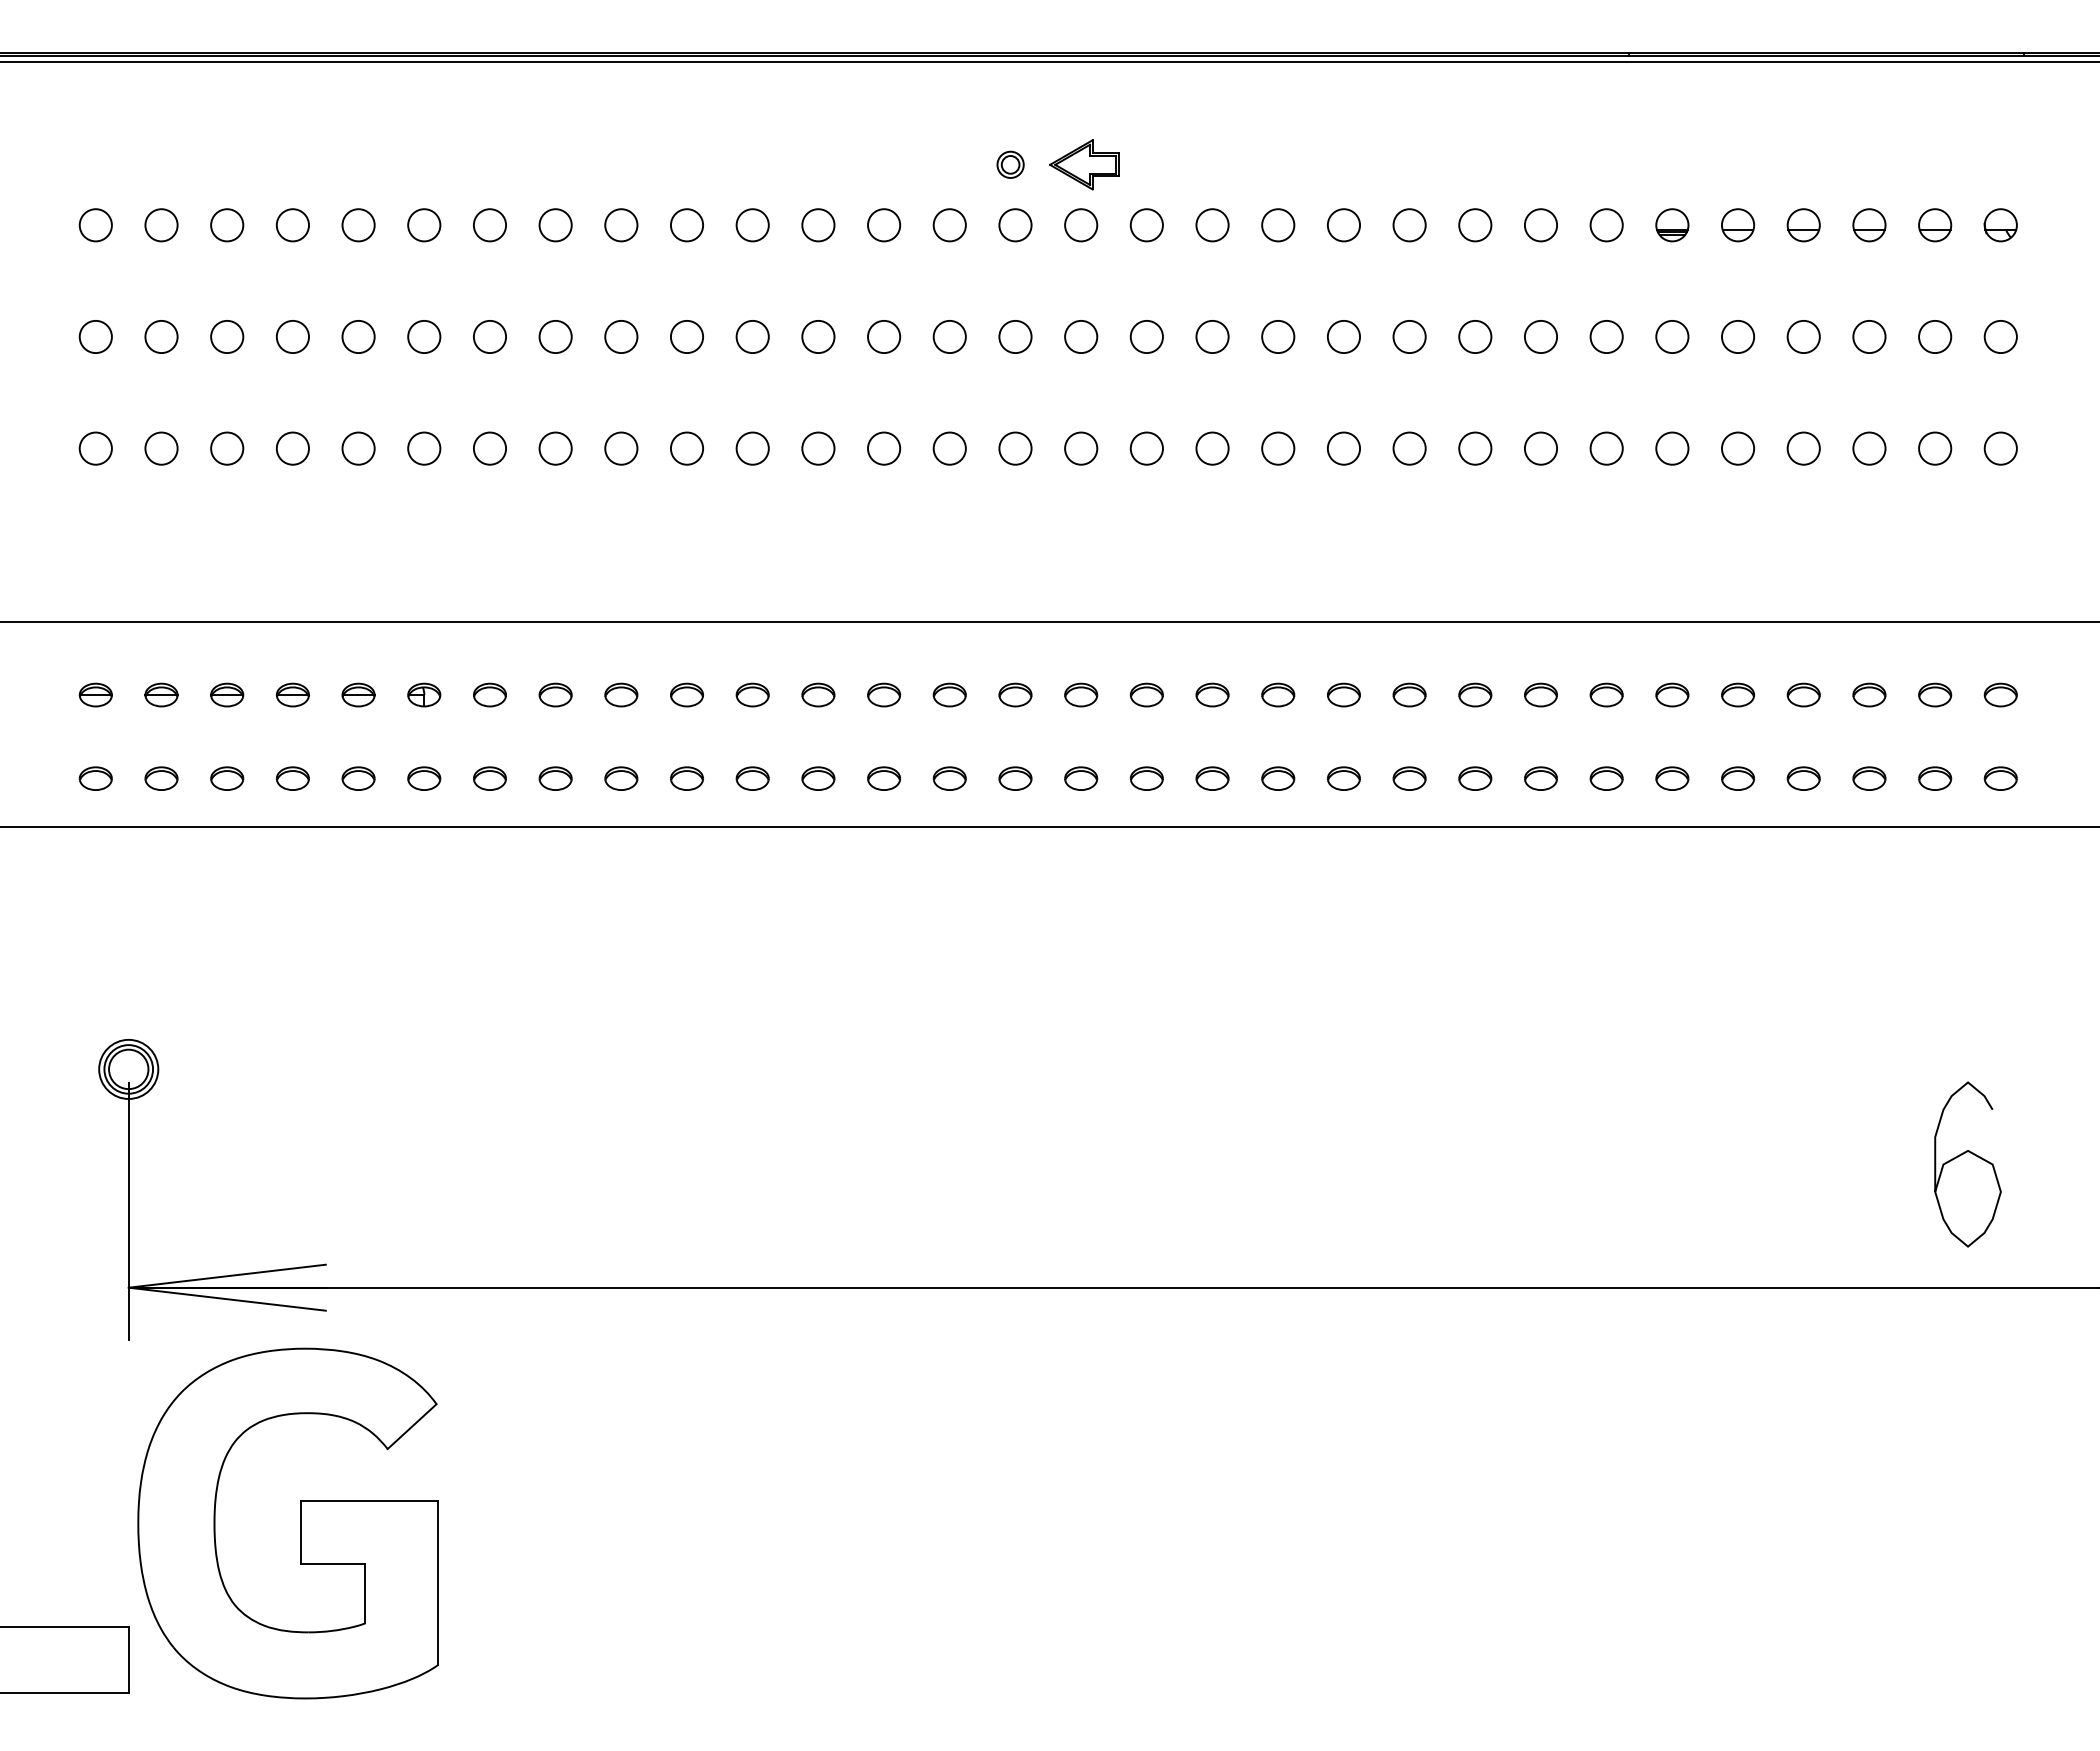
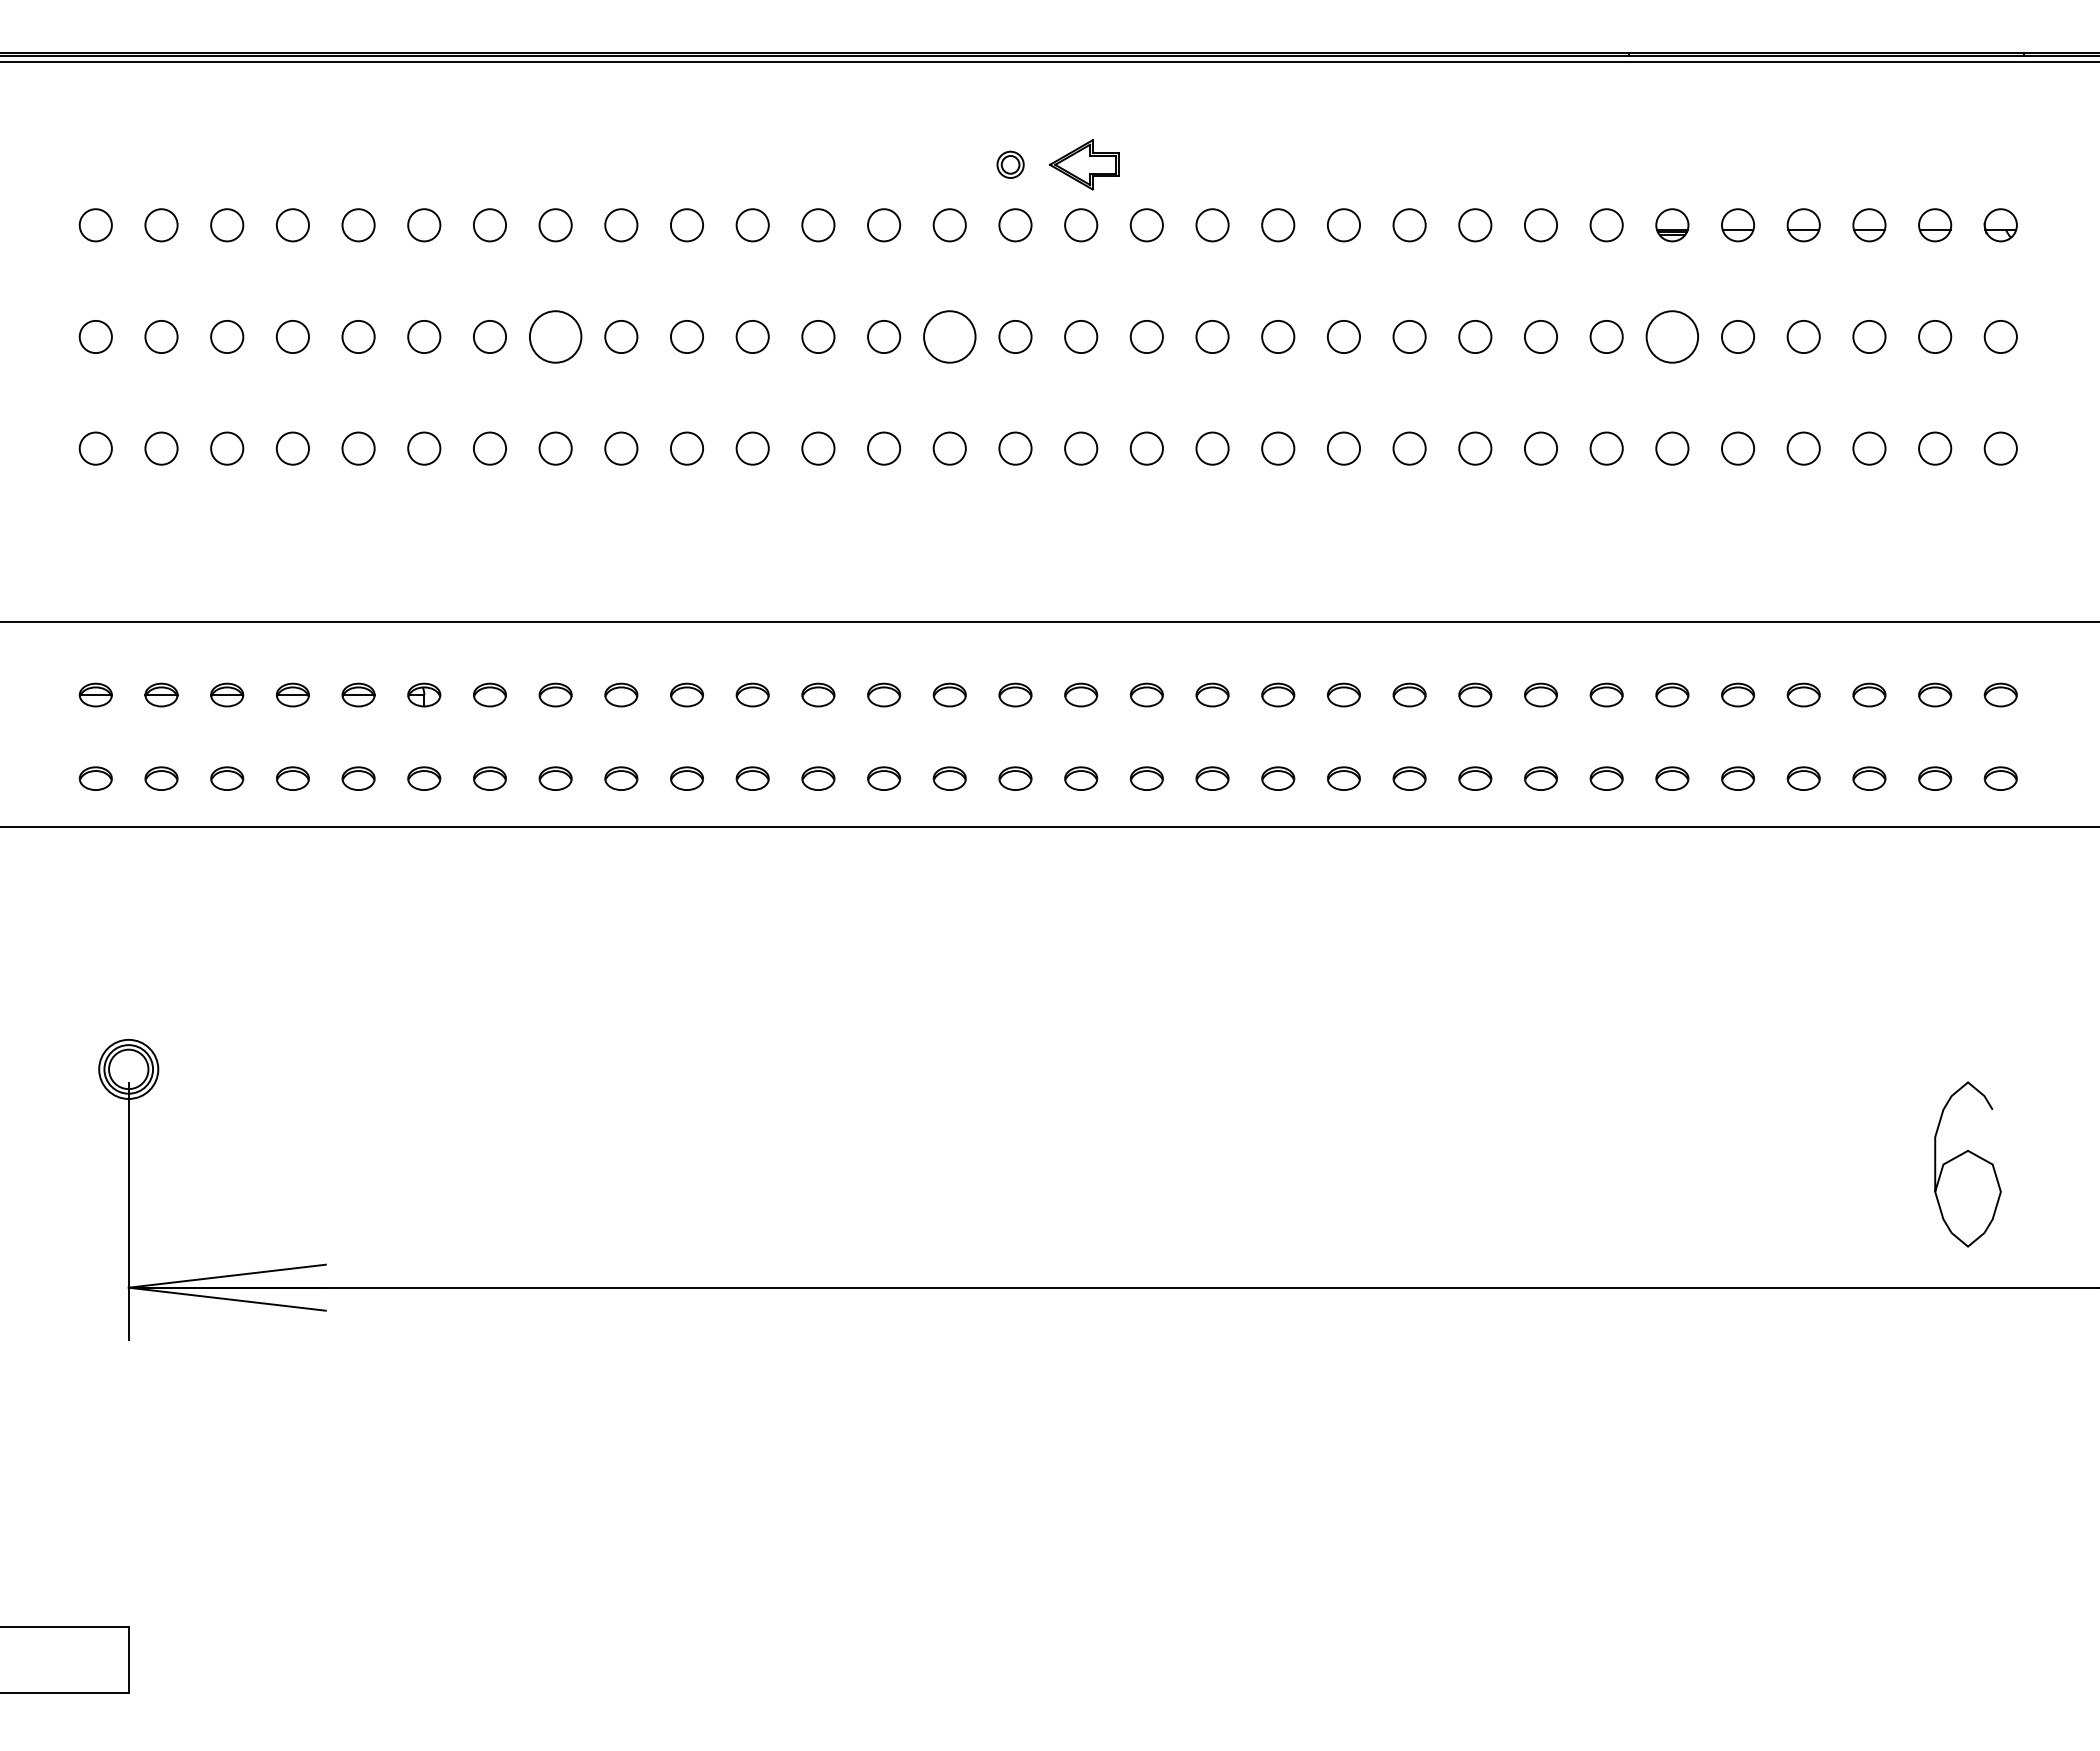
circle at (555, 336) diameter: 32 px -> 52 px
circle at (949, 336) diameter: 32 px -> 52 px
circle at (1672, 336) diameter: 32 px -> 52 px
part at (300, 1523): present -> none
